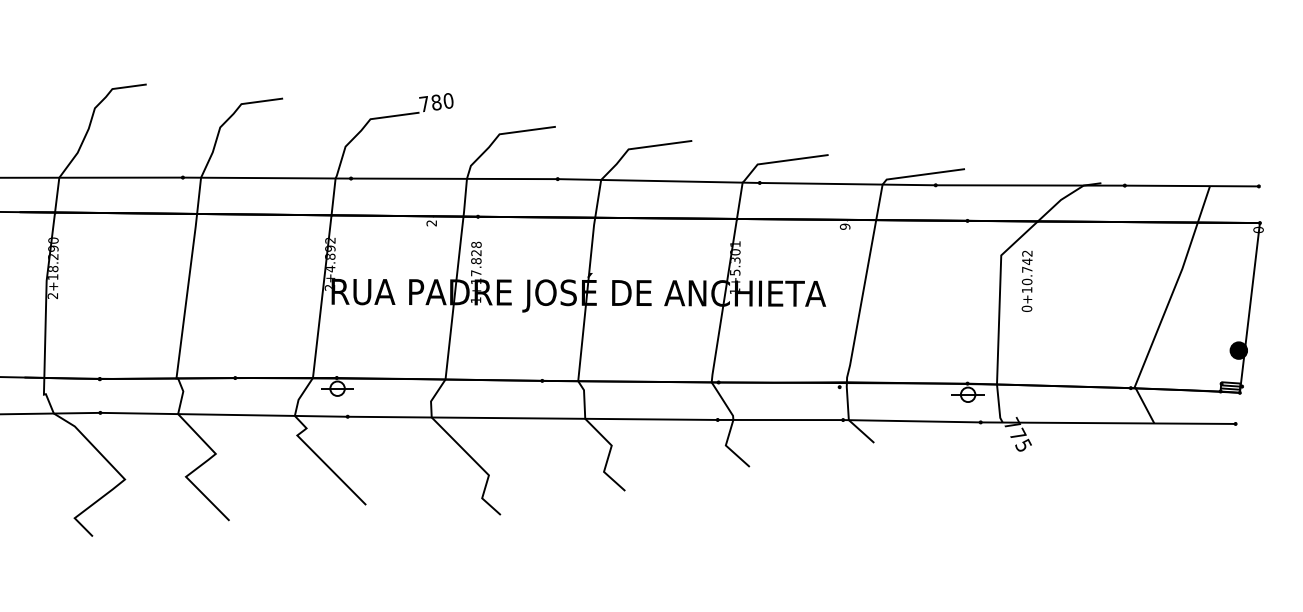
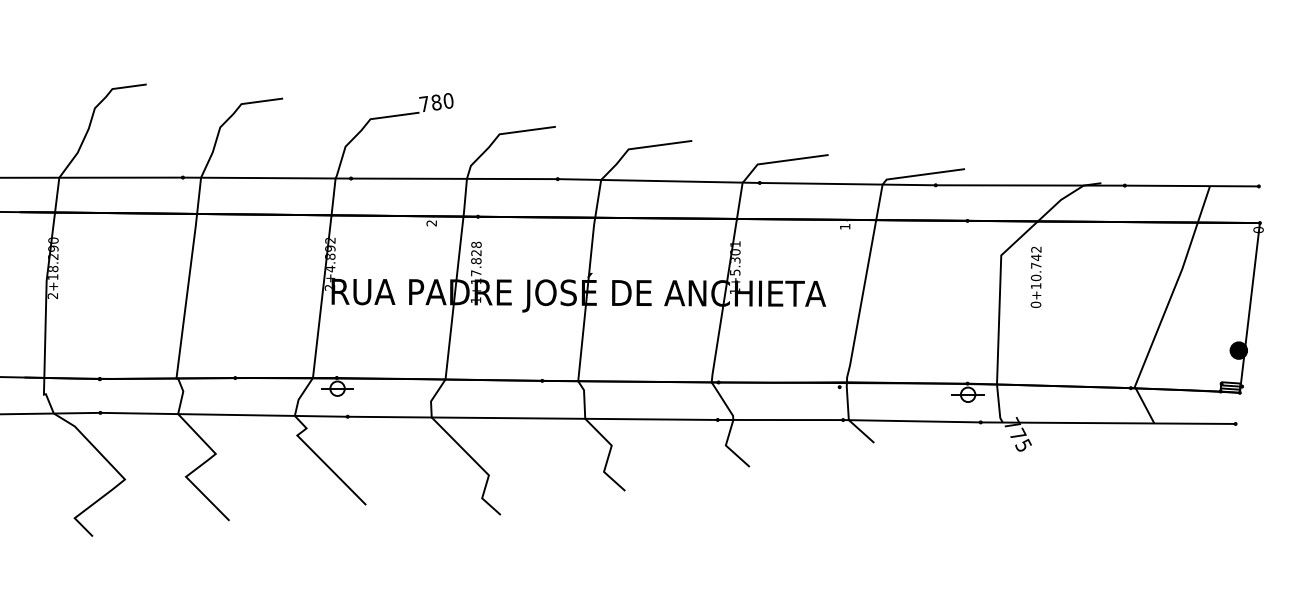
text at (844, 226): 9 -> 1
text at (1026, 281) position: (1026, 281) -> (1035, 277)
